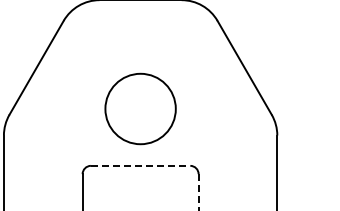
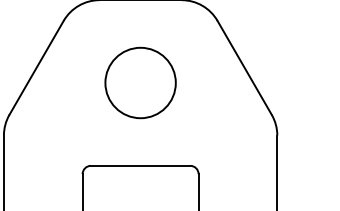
circle at (140, 108) position: (140, 108) -> (140, 82)
line at (140, 165): dashed -> solid
line at (198, 192): dashed -> solid
